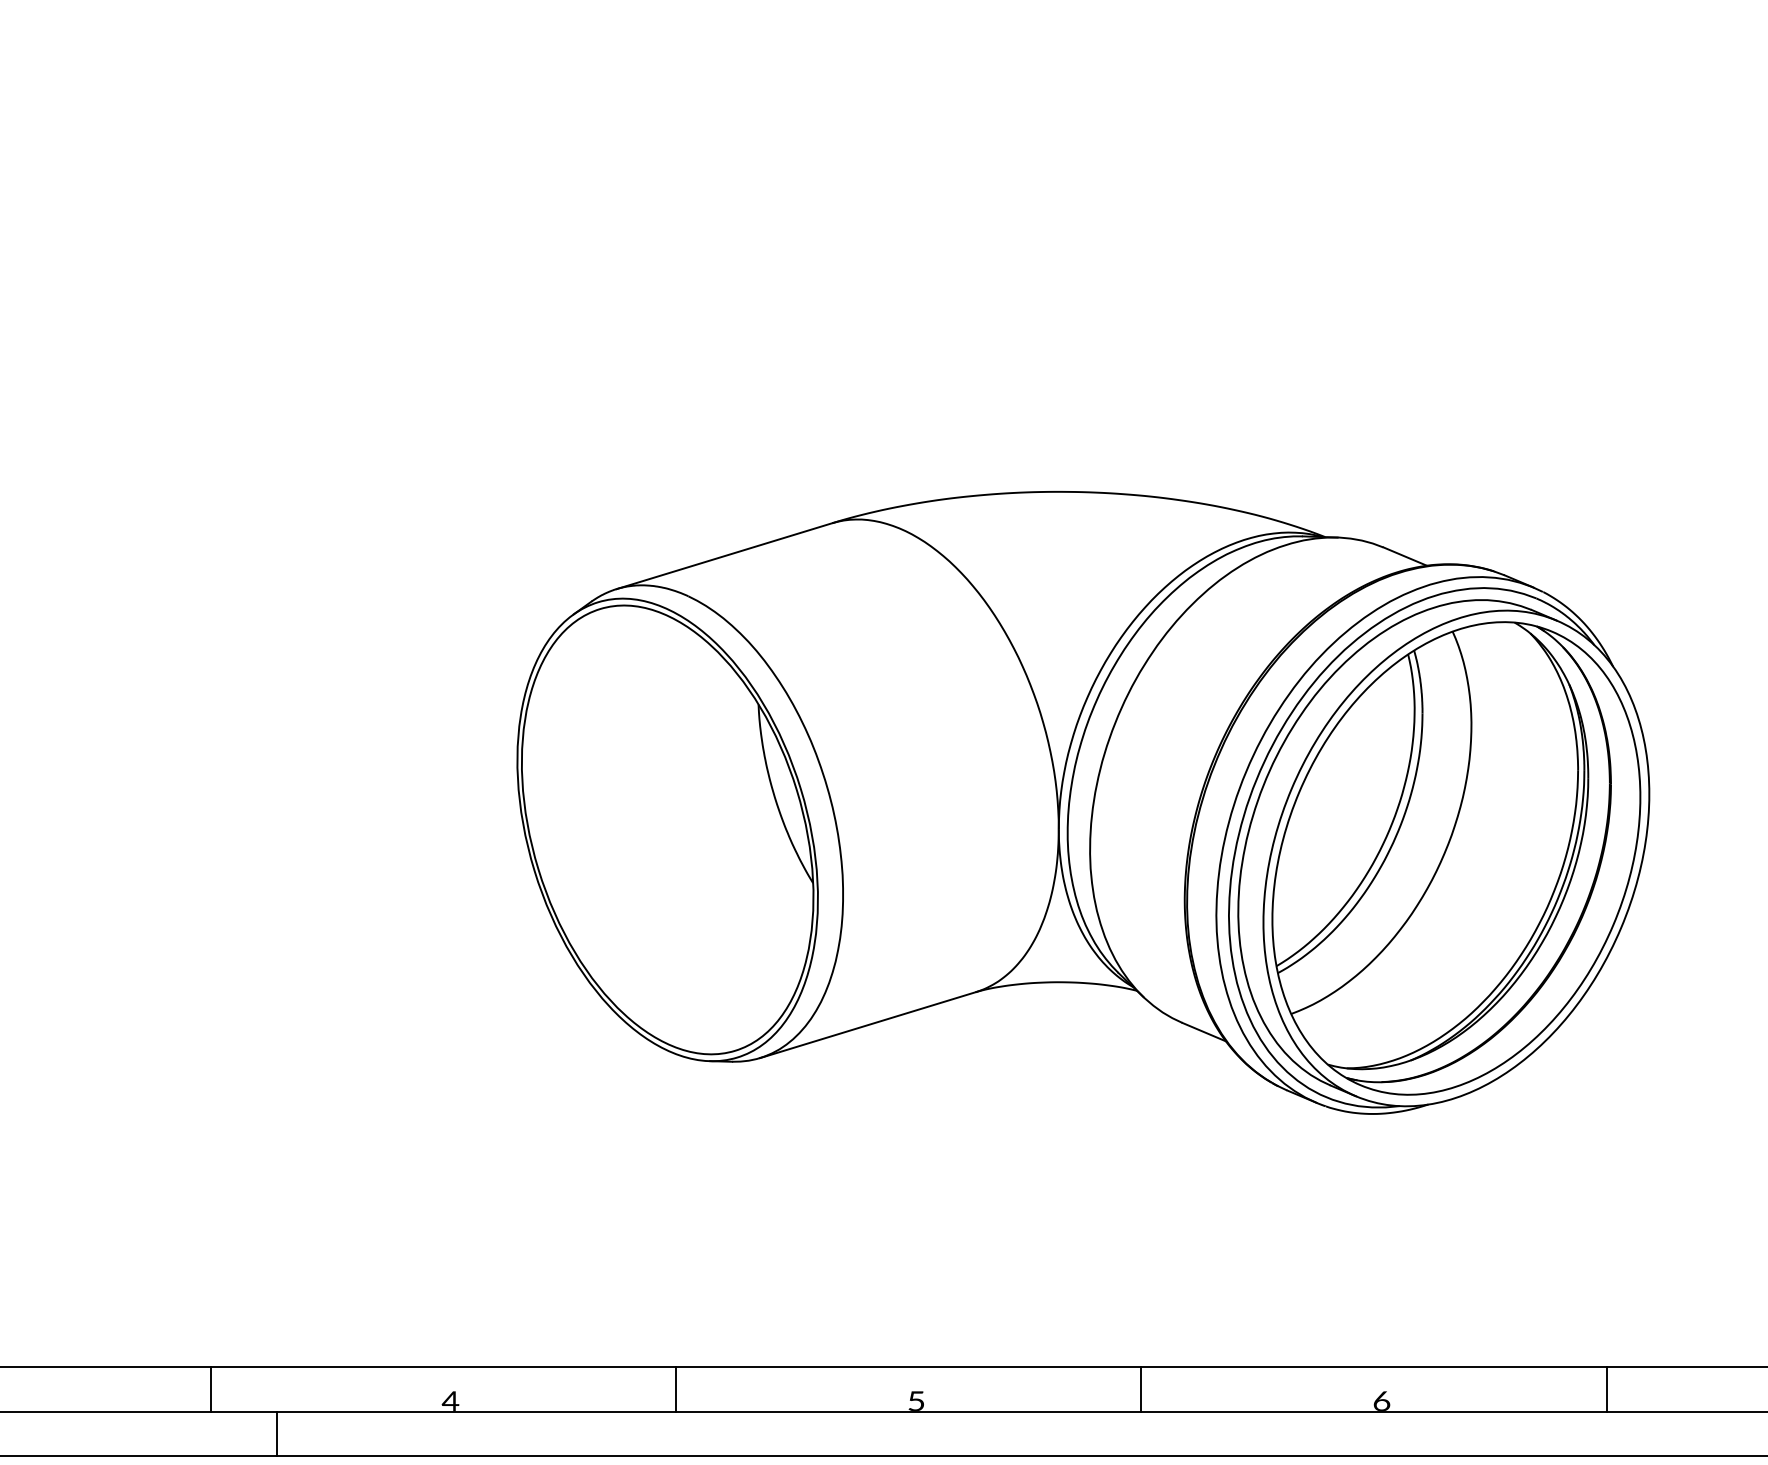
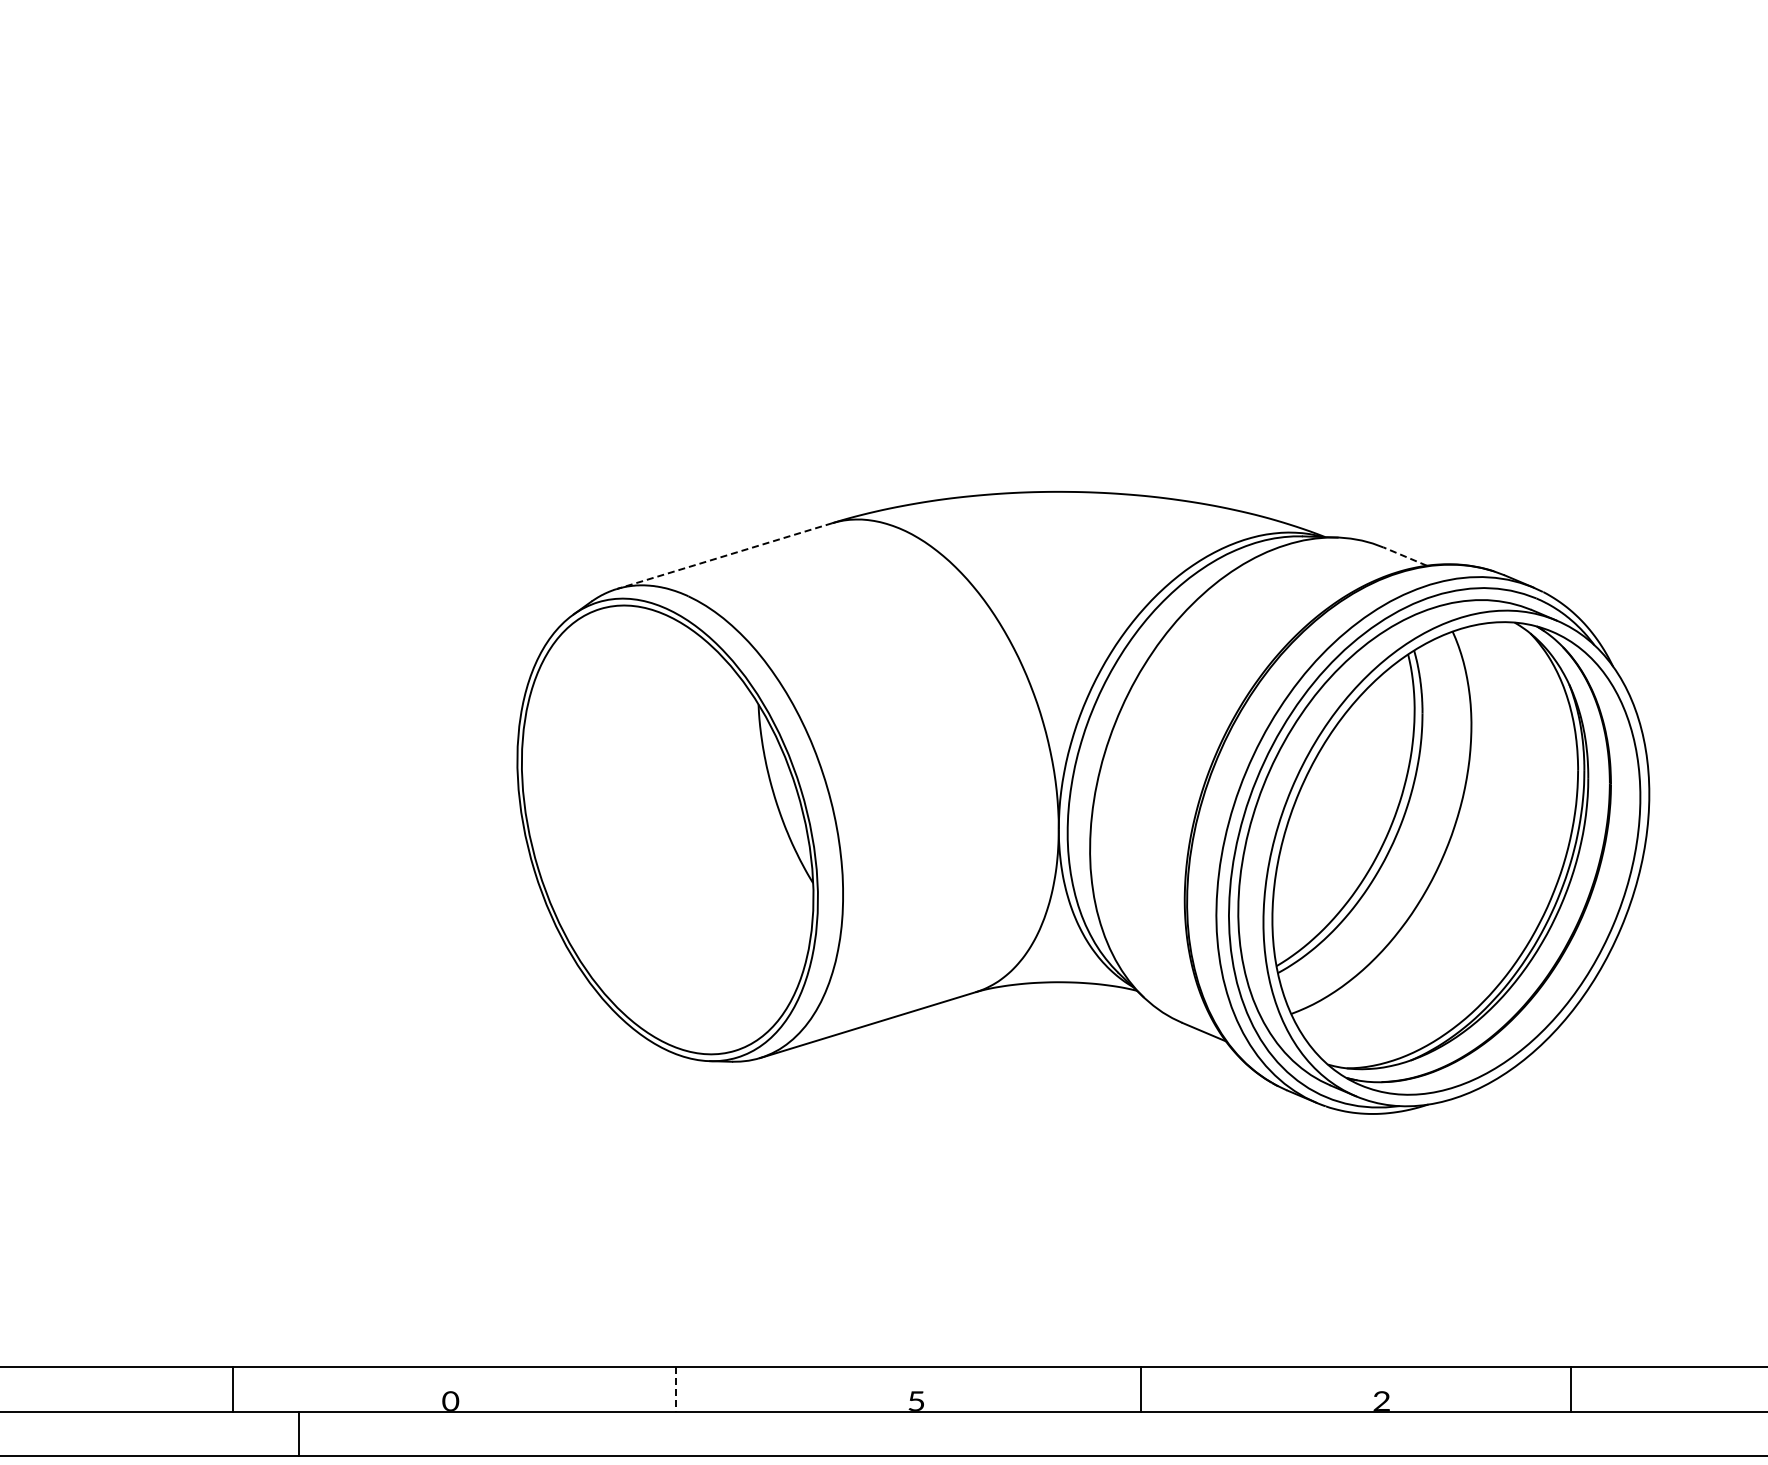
line at (724, 556): solid -> dashed
line at (1405, 556): solid -> dashed
line at (210, 1389) position: (210, 1389) -> (232, 1389)
line at (676, 1389): solid -> dashed
line at (1606, 1389) position: (1606, 1389) -> (1570, 1389)
text at (450, 1400): 4 -> 0
text at (1381, 1400): 6 -> 2
line at (277, 1433) position: (277, 1433) -> (299, 1433)
